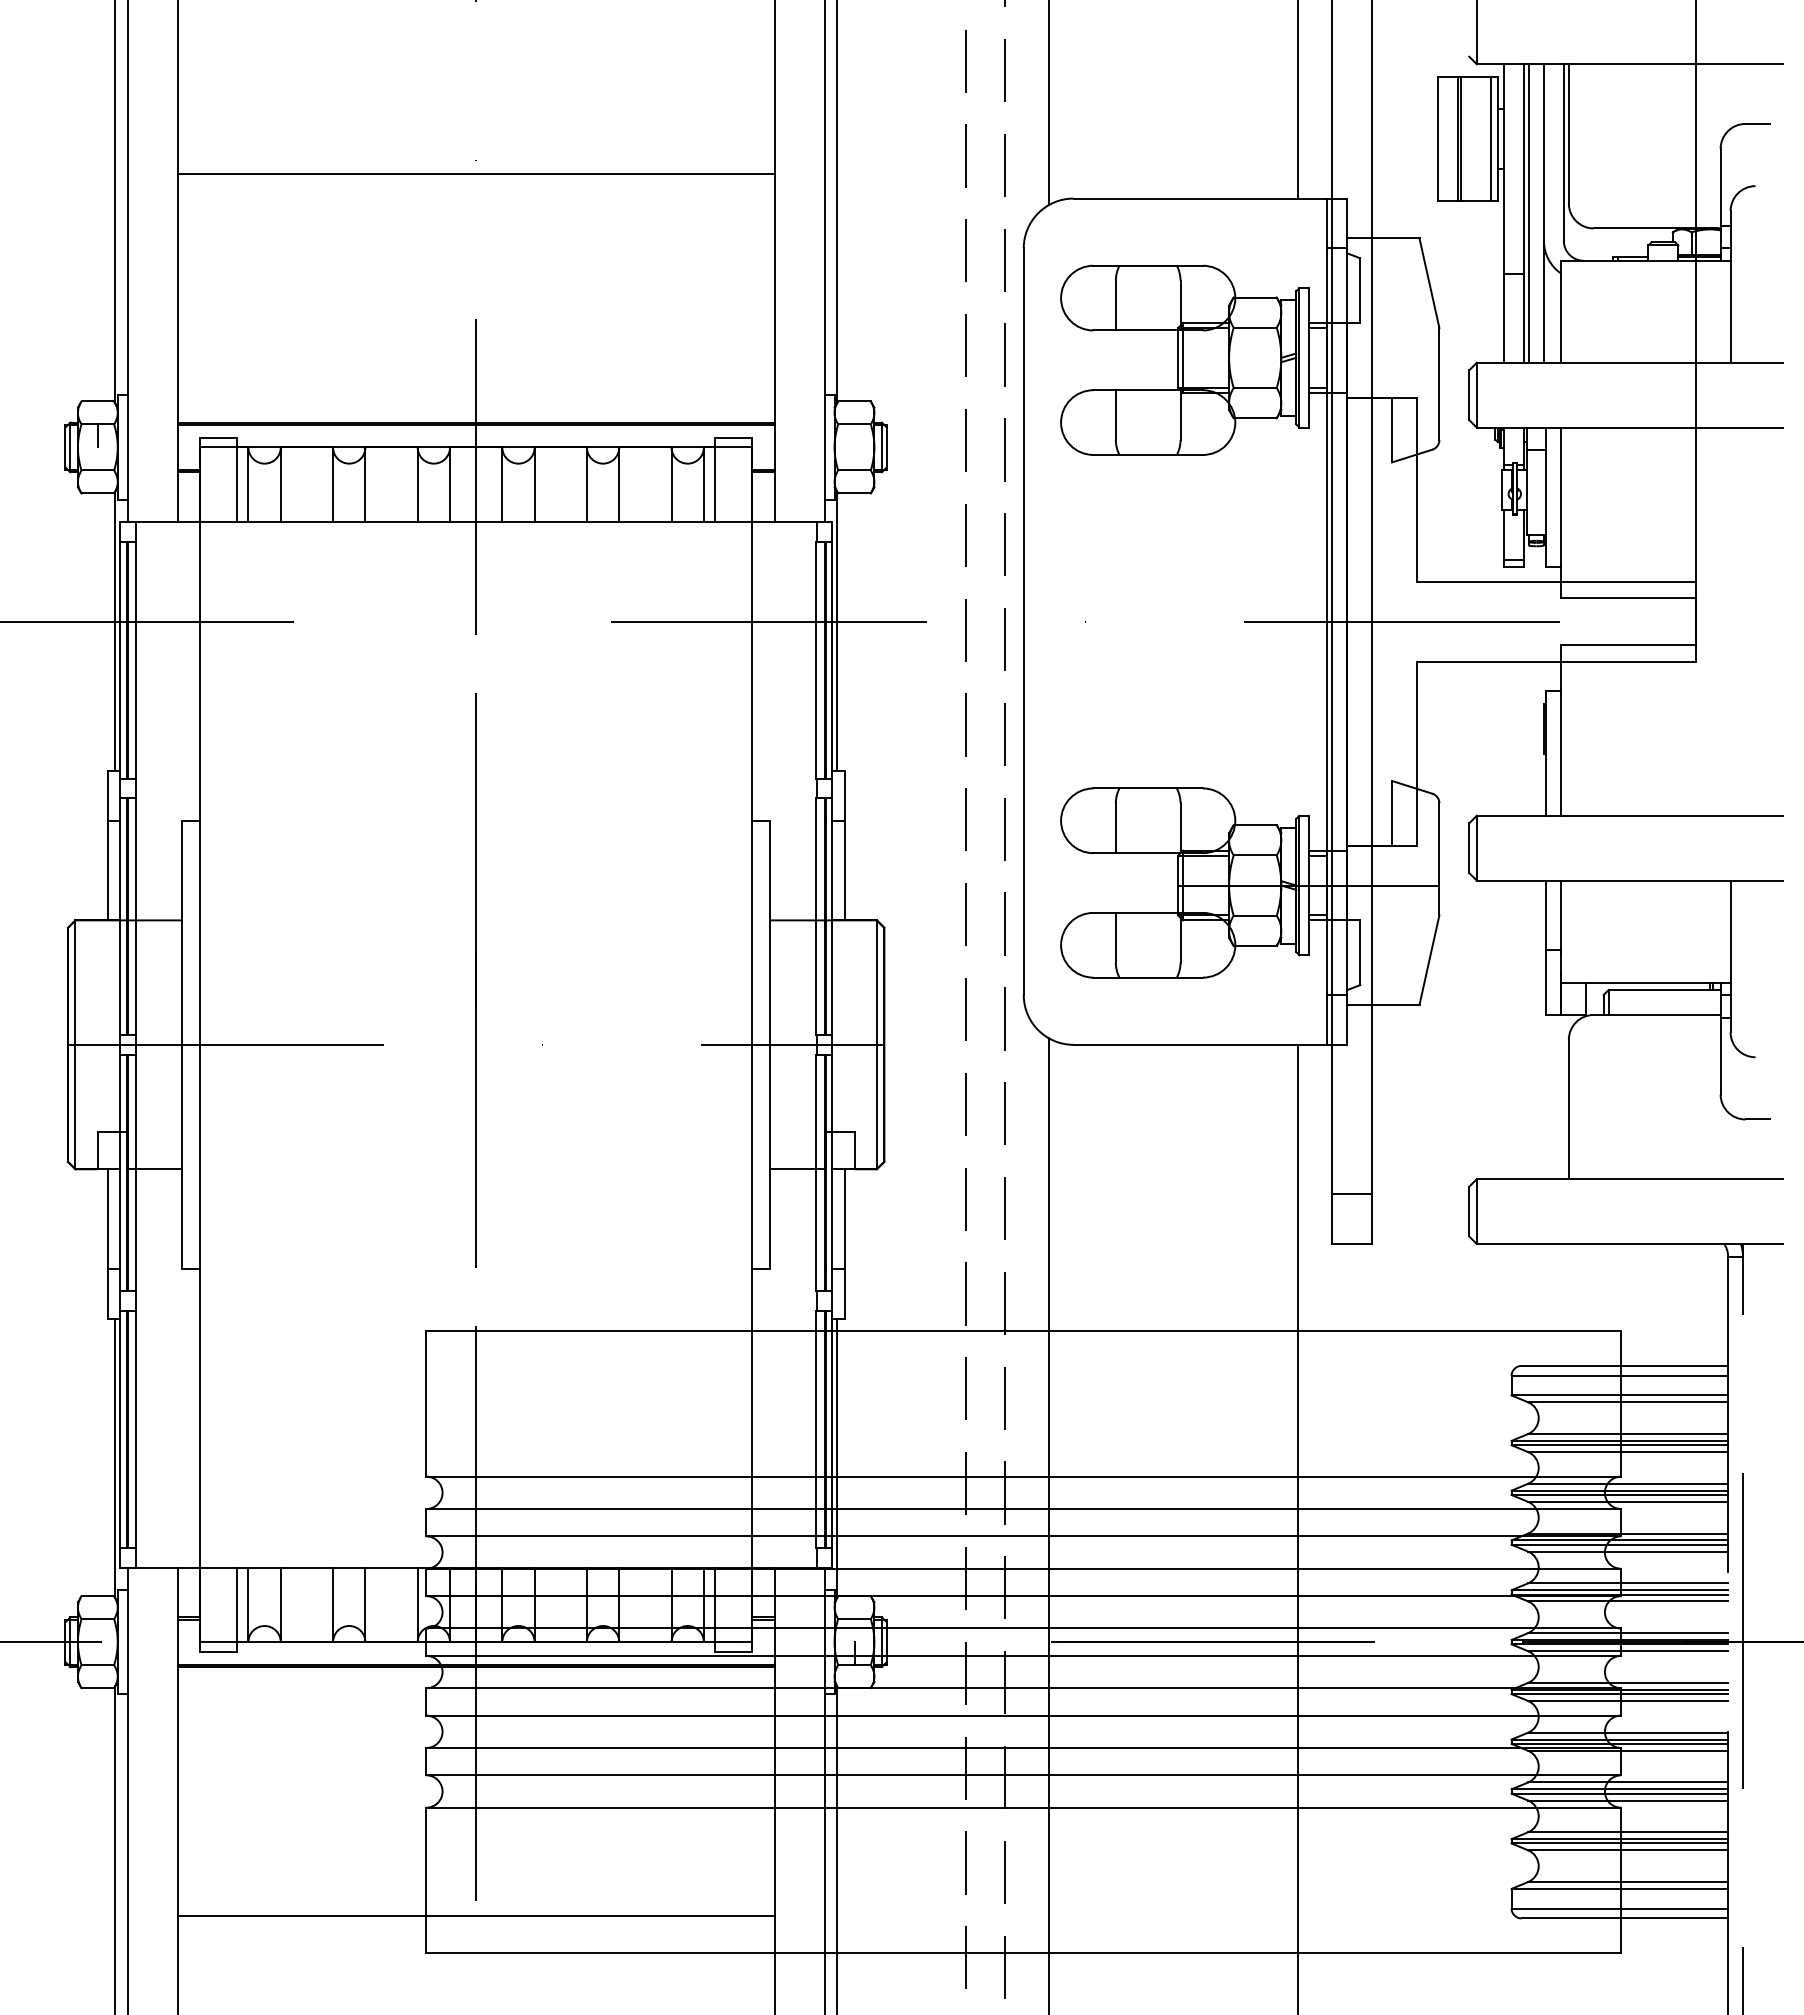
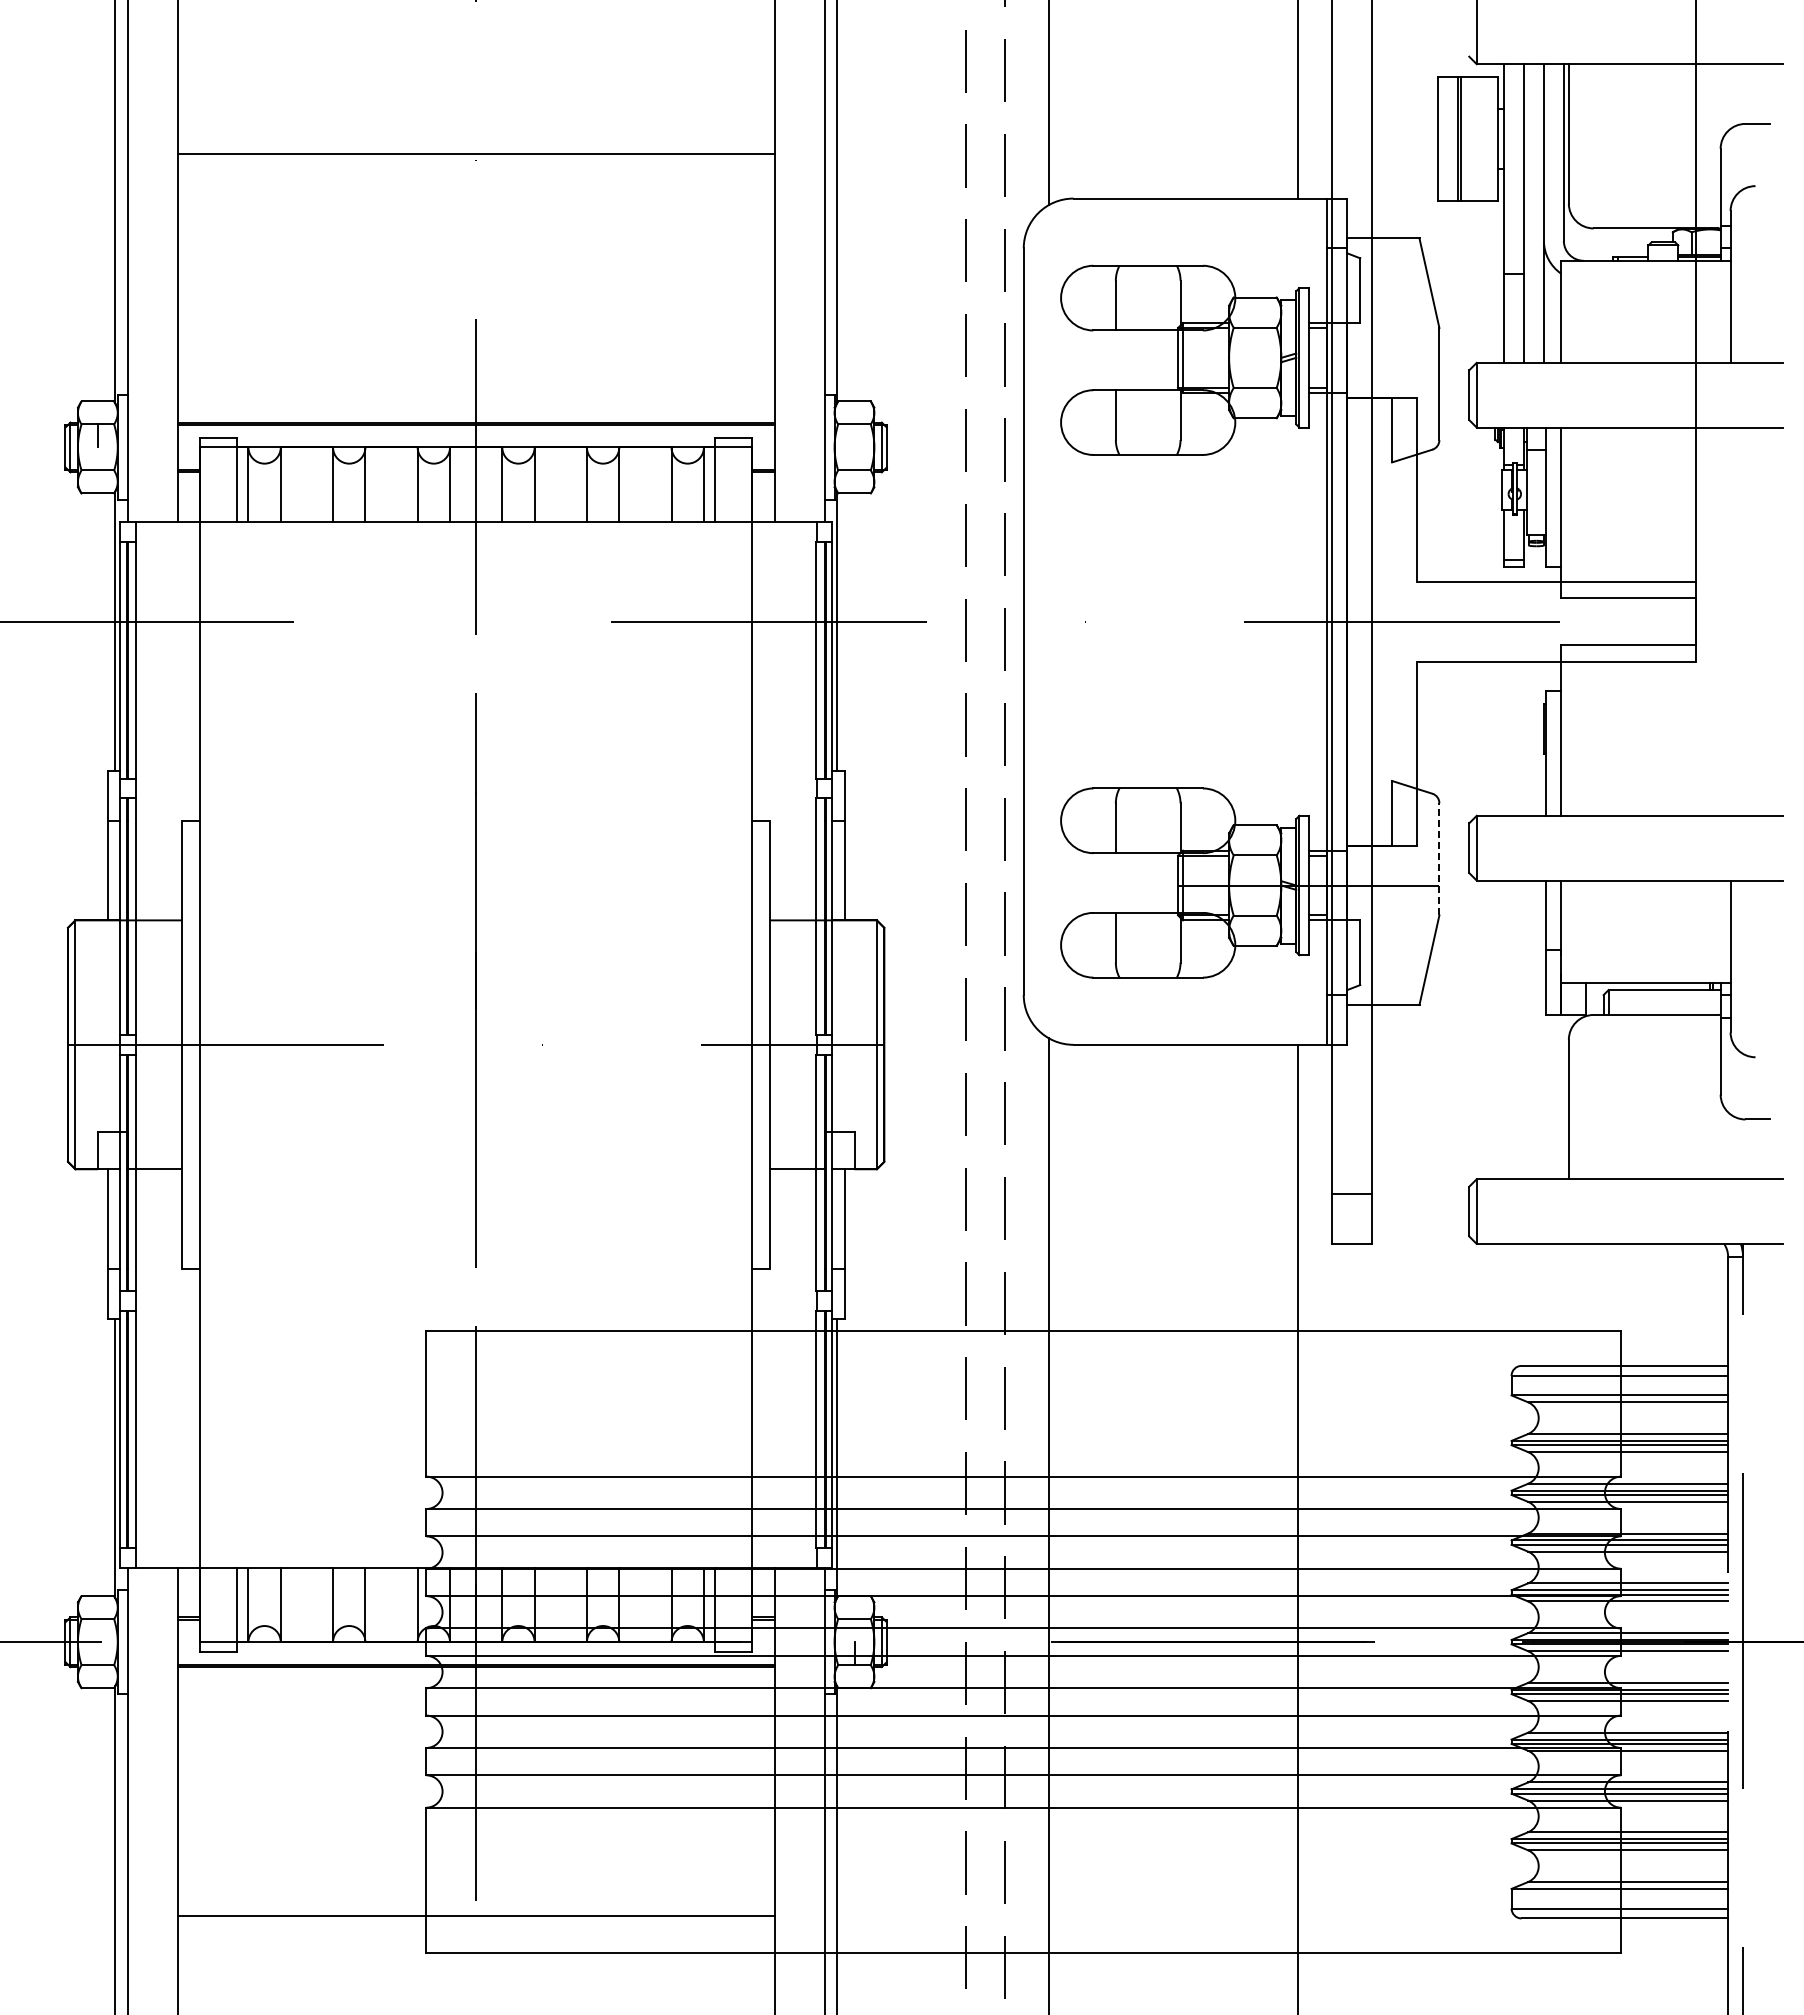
line at (1491, 138): present -> none
line at (475, 173) position: (475, 173) -> (475, 153)
line at (1529, 213): present -> none
line at (1439, 858): solid -> dashed
